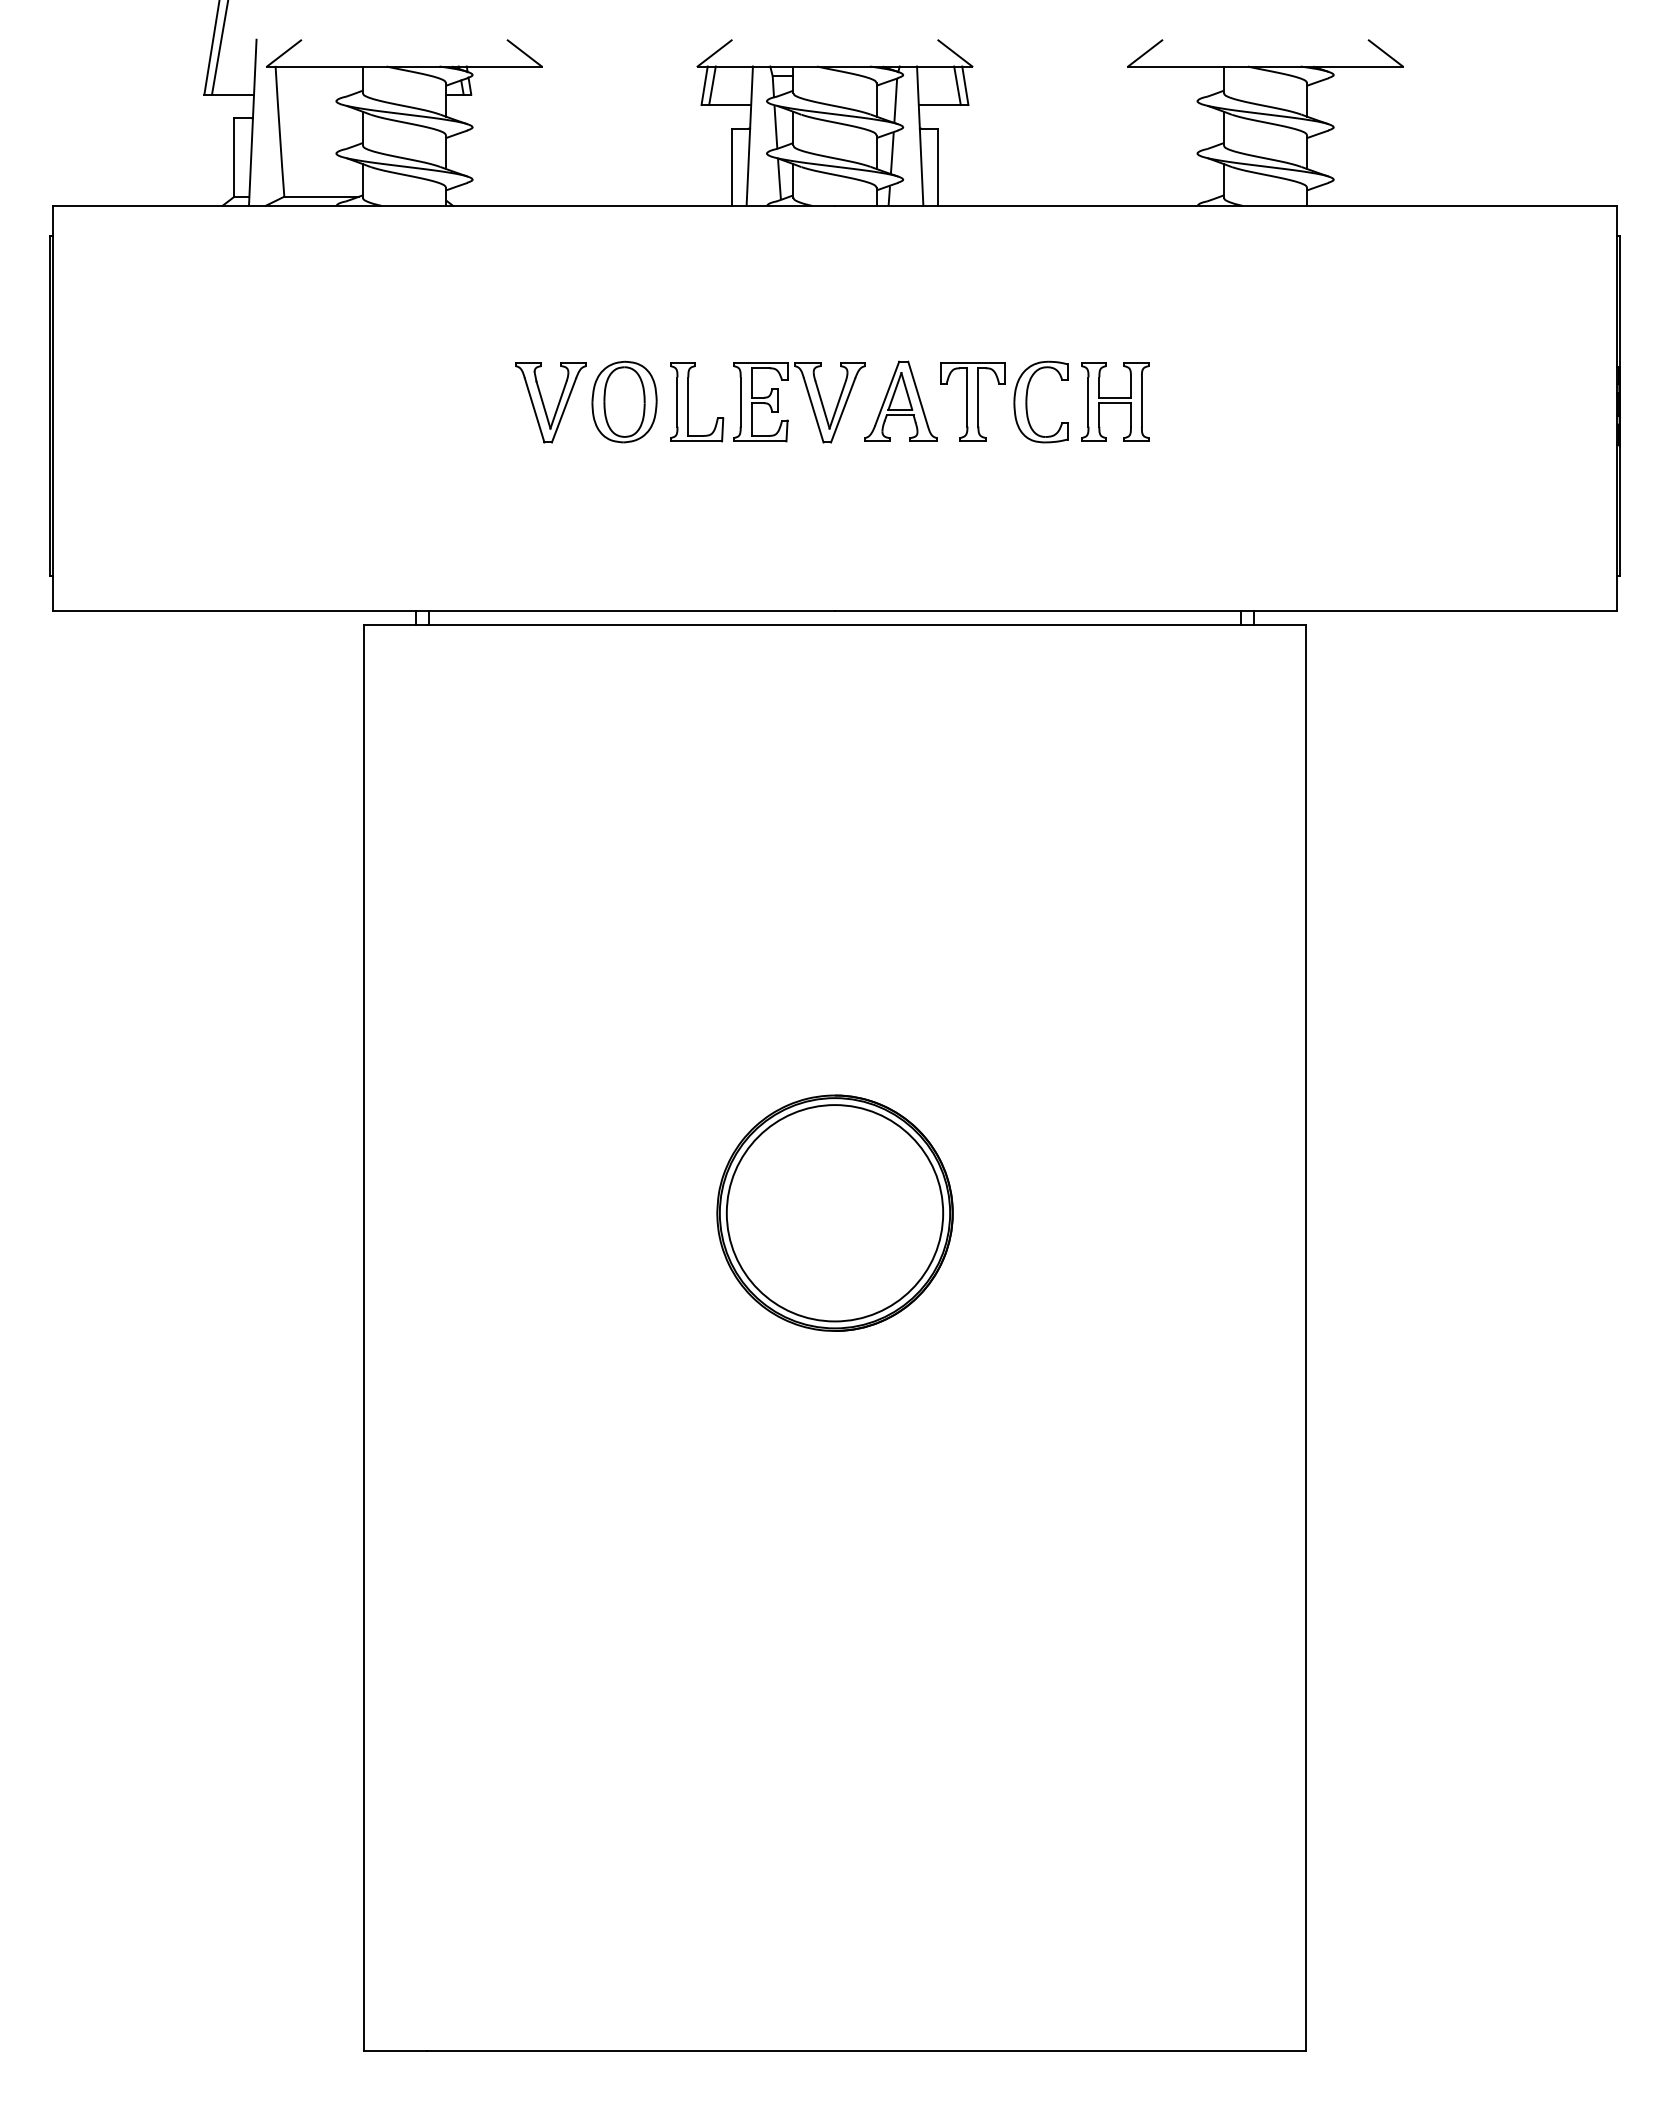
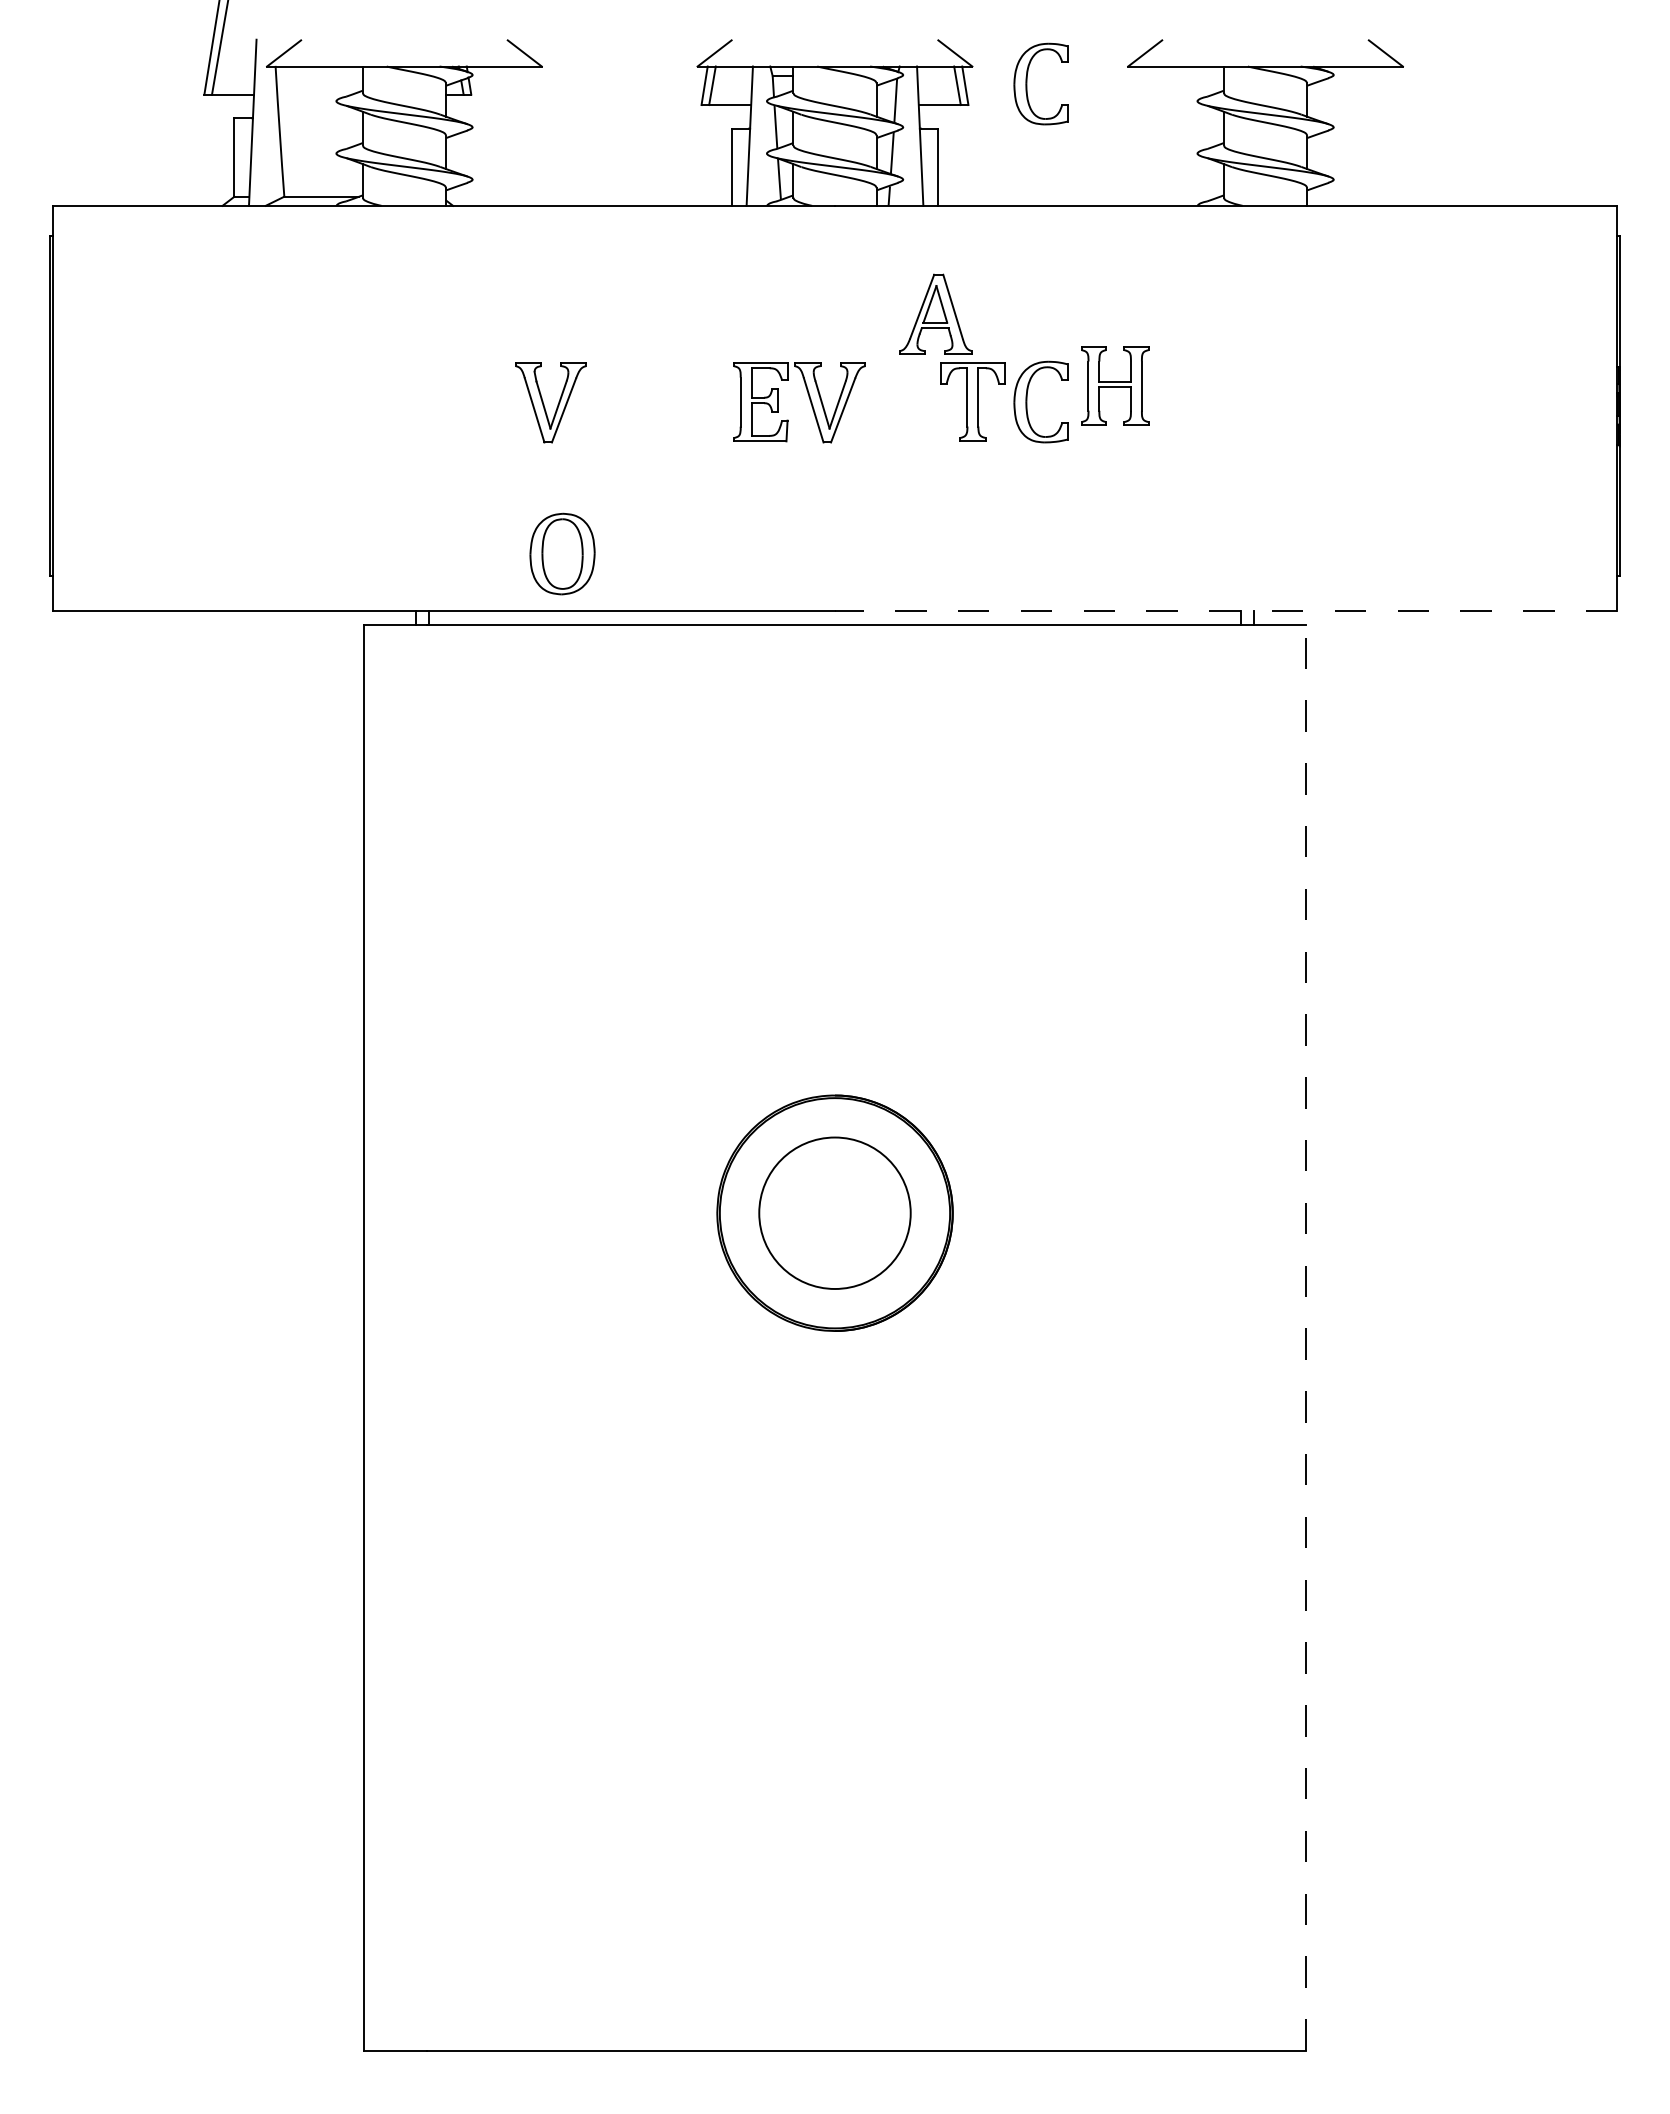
part at (1027, 83): none -> present
part at (900, 400) position: (900, 400) -> (935, 313)
part at (624, 401) position: (624, 401) -> (562, 553)
part at (1115, 401) position: (1115, 401) -> (1115, 385)
part at (688, 402): present -> none
line at (1225, 611): solid -> dashed
circle at (834, 1213) diameter: 216 px -> 151 px
line at (1305, 1337): solid -> dashed
